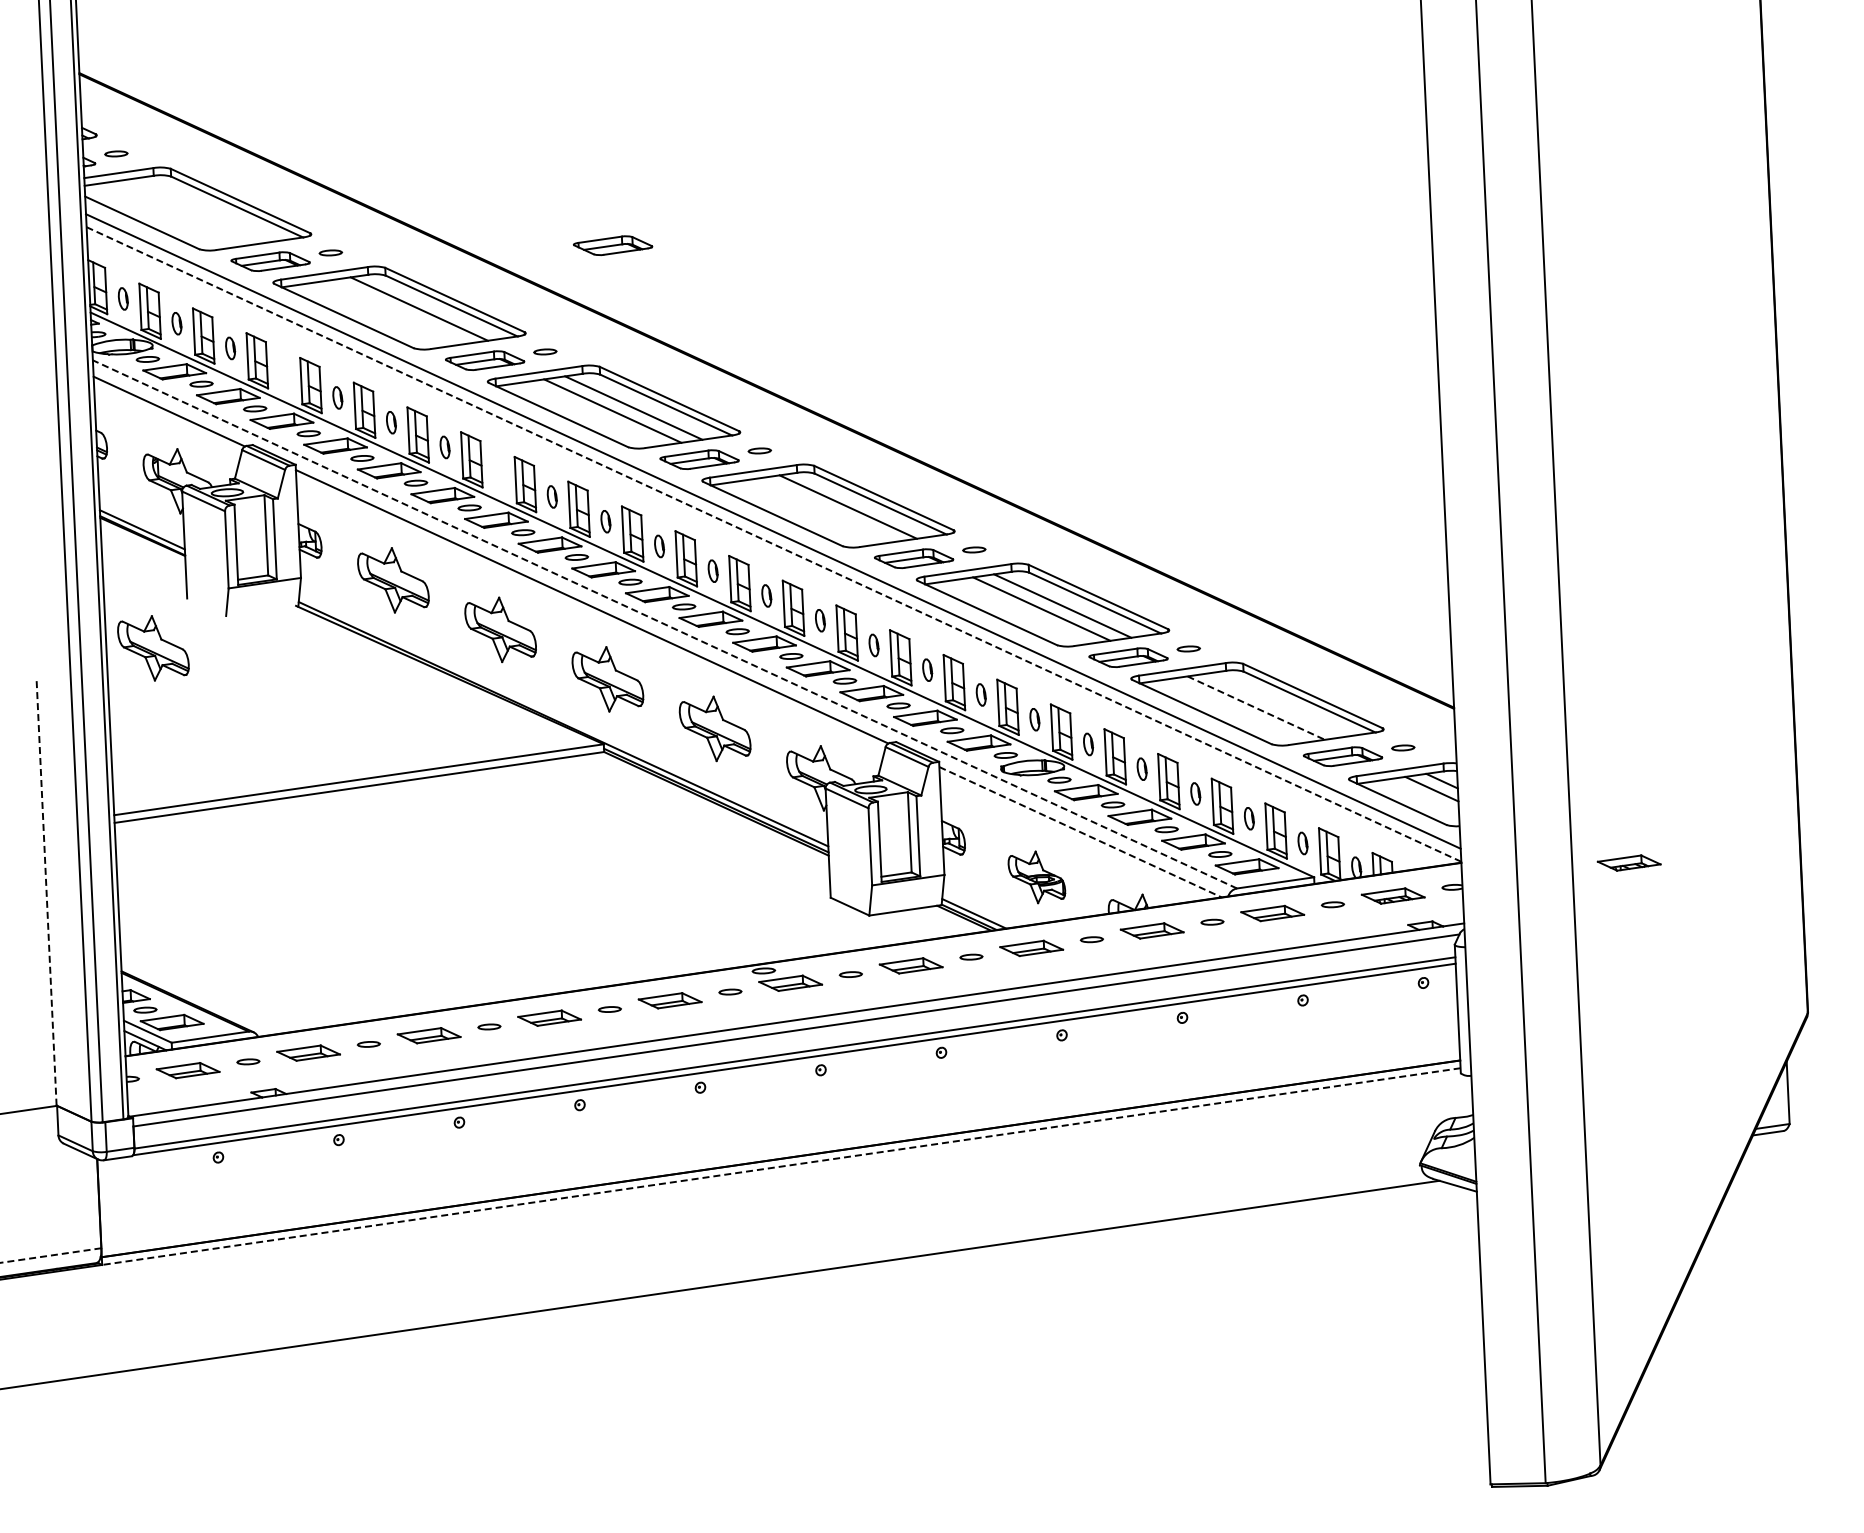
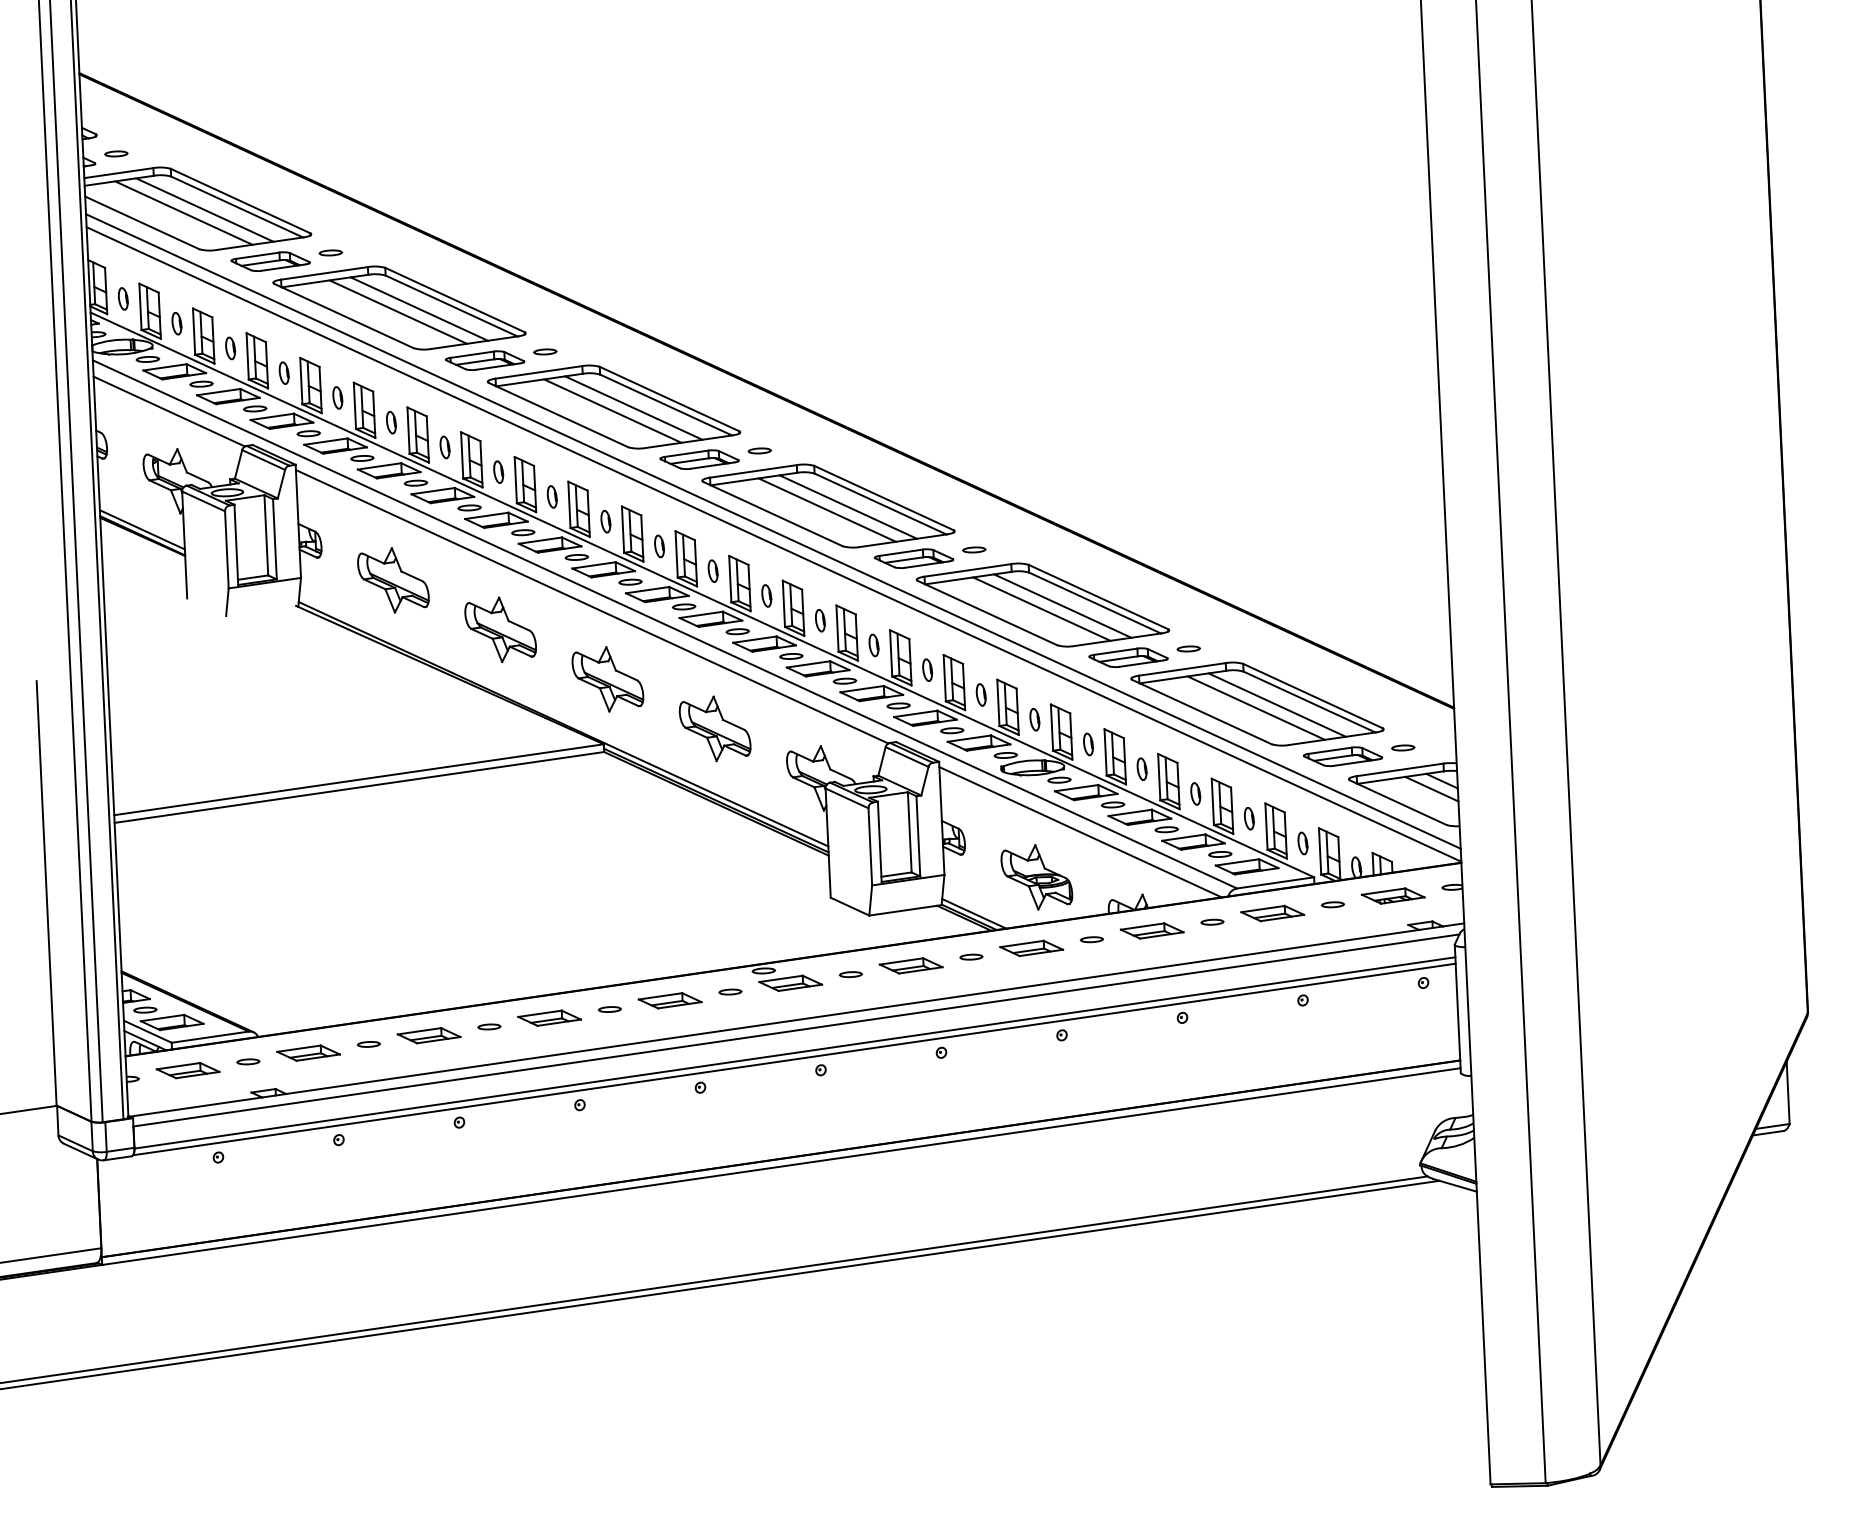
line at (204, 209): none -> present
line at (183, 212): none -> present
part at (613, 245): present -> none
line at (398, 311): none -> present
part at (283, 372): none -> present
part at (498, 471): none -> present
line at (826, 509): none -> present
line at (774, 544): dashed -> solid
line at (664, 624): dashed -> solid
part at (153, 648): present -> none
line at (1276, 704): none -> present
line at (1256, 708): dashed -> solid
line at (1081, 832): dashed -> solid
part at (1628, 862): present -> none
part at (1036, 877) size: 60x55 px -> 74x67 px
line at (46, 892): dashed -> solid
line at (780, 1166): dashed -> solid
line at (50, 1255): dashed -> solid
line at (714, 1279): none -> present
